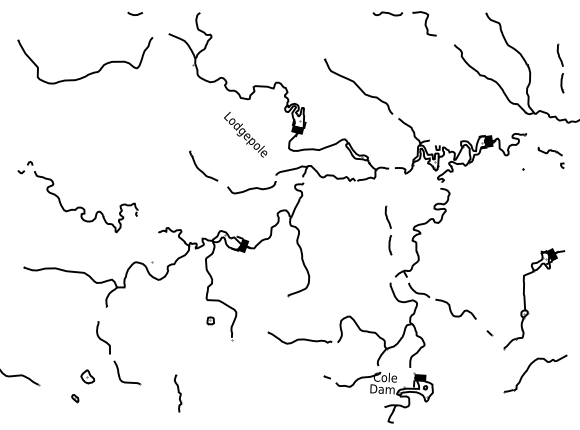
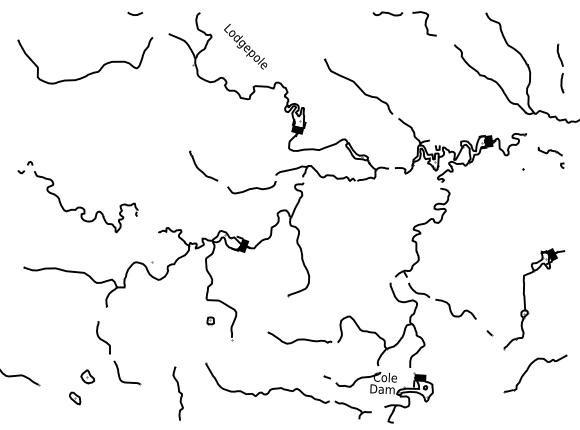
text at (245, 134) position: (245, 134) -> (245, 46)
part at (388, 230): present -> none
part at (288, 390): none -> present
part at (177, 393) size: 10x39 px -> 12x55 px
part at (75, 398) size: 9x10 px -> 13x15 px
